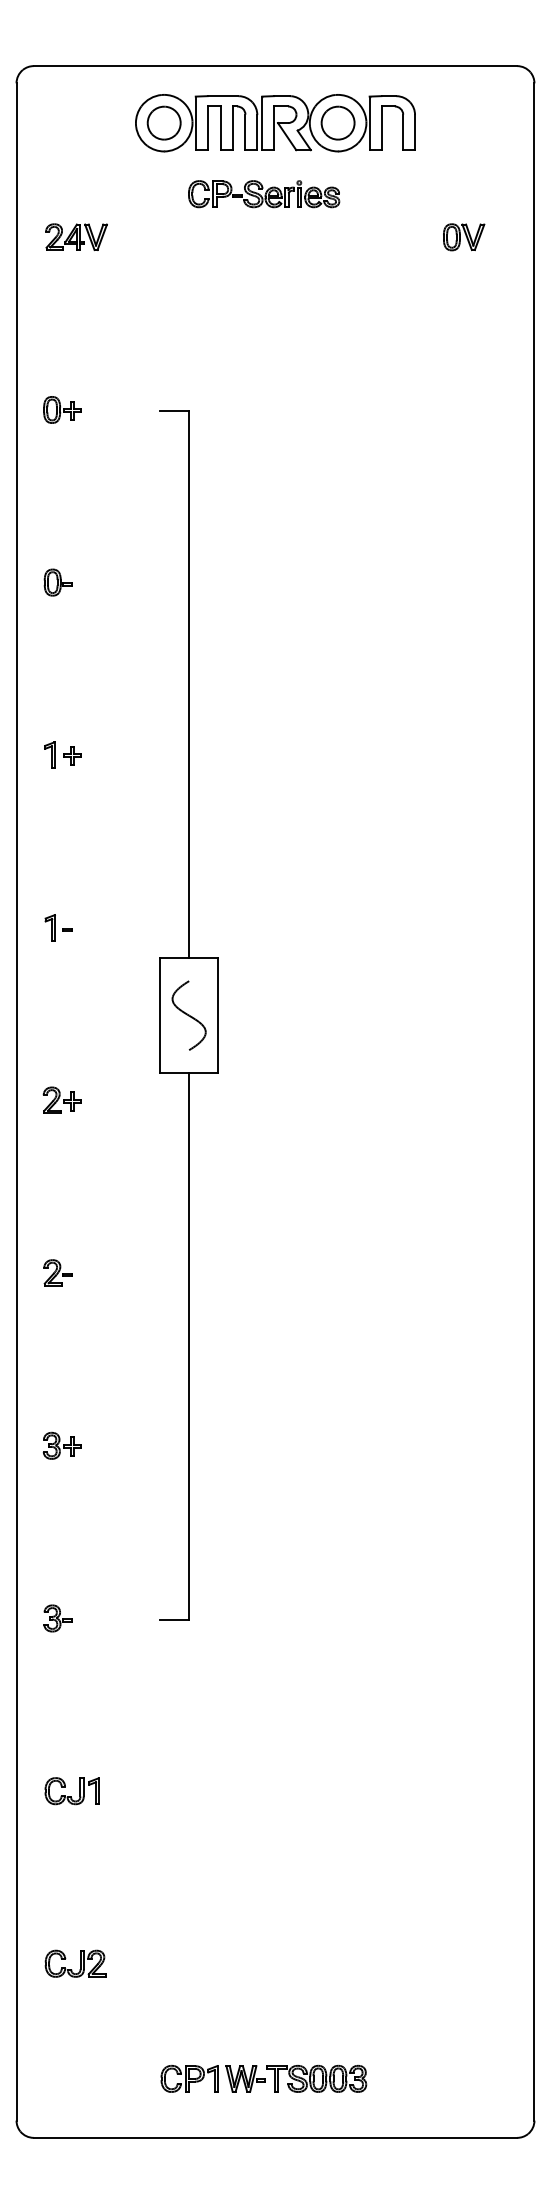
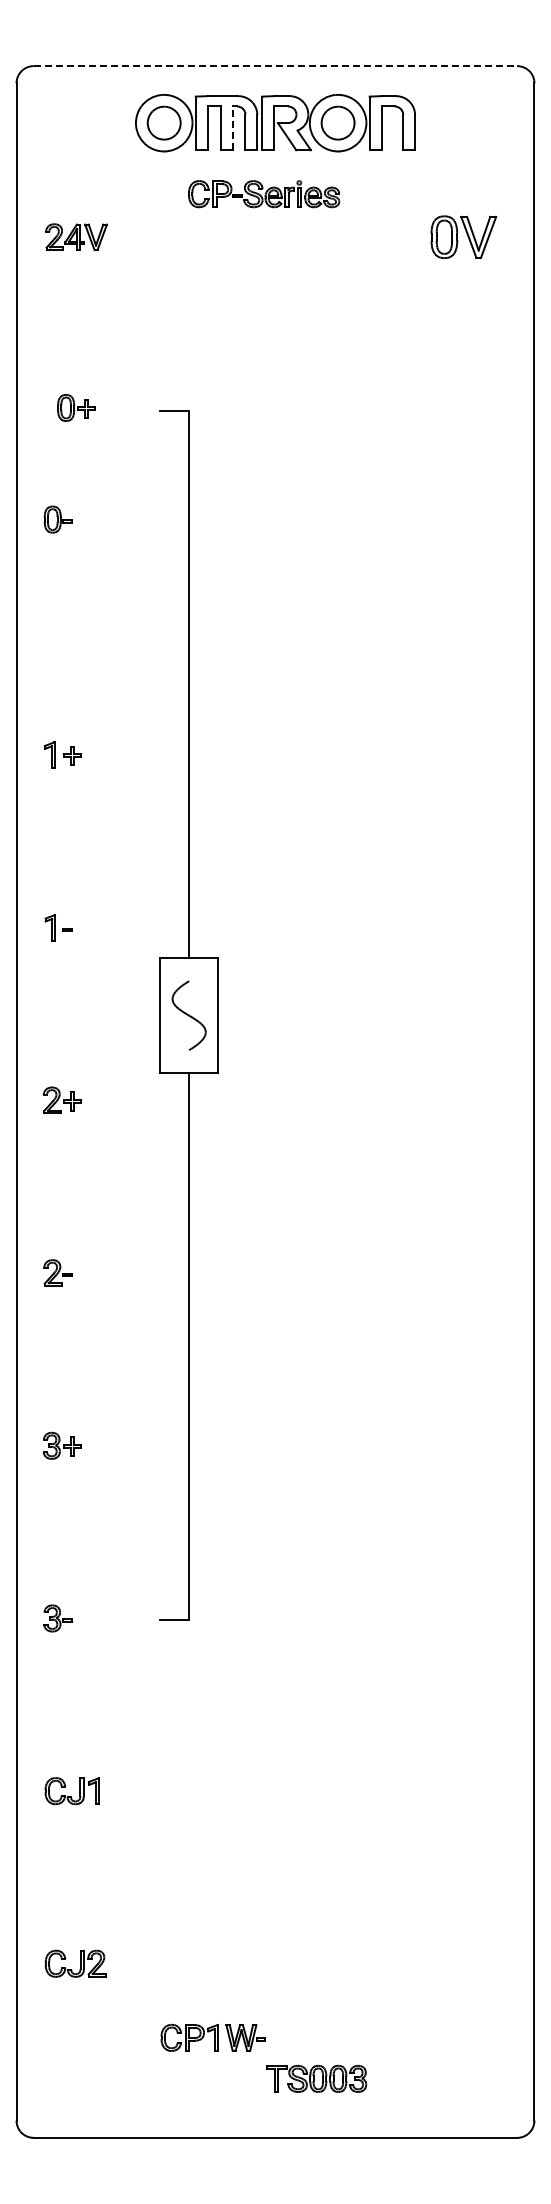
line at (275, 66): solid -> dashed
line at (232, 128): solid -> dashed
part at (464, 237) size: 43x29 px -> 68x44 px
part at (62, 409) position: (62, 409) -> (76, 407)
part at (57, 582) position: (57, 582) -> (57, 519)
part at (212, 2078) position: (212, 2078) -> (212, 2037)
